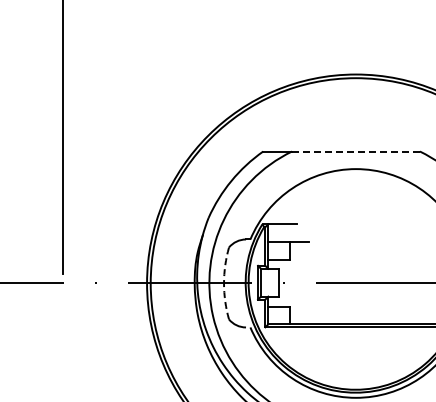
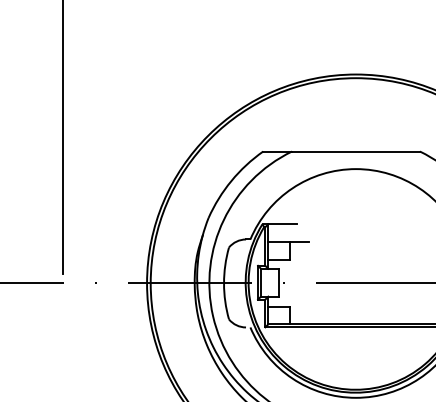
line at (355, 151): dashed -> solid
arc at (224, 283): dashed -> solid
